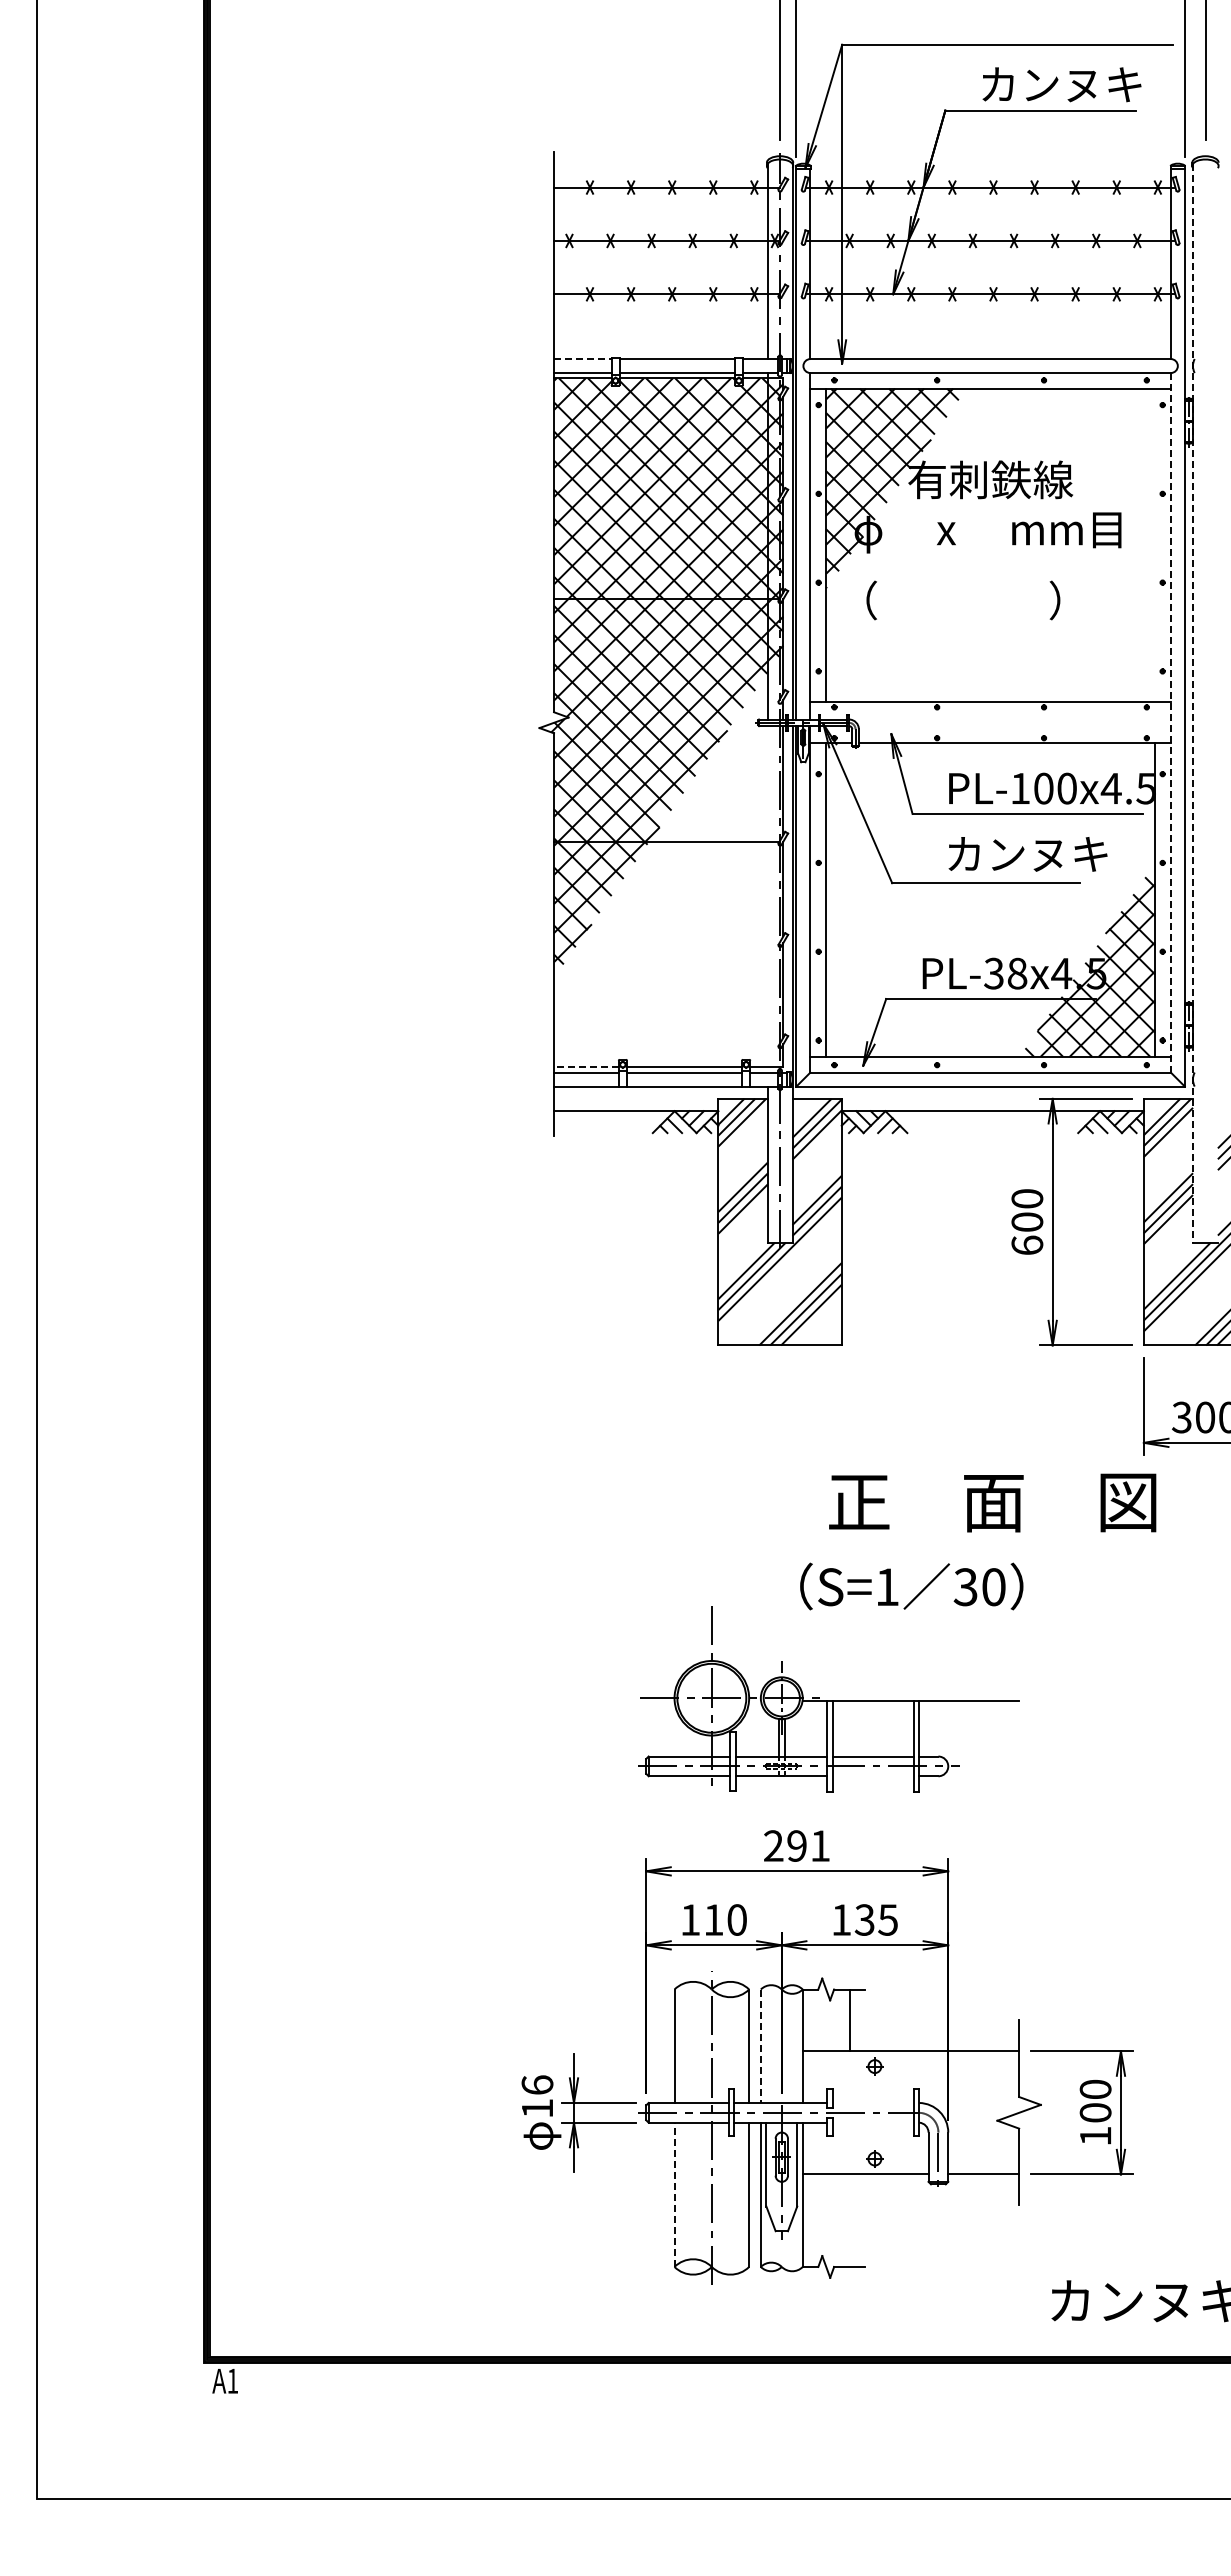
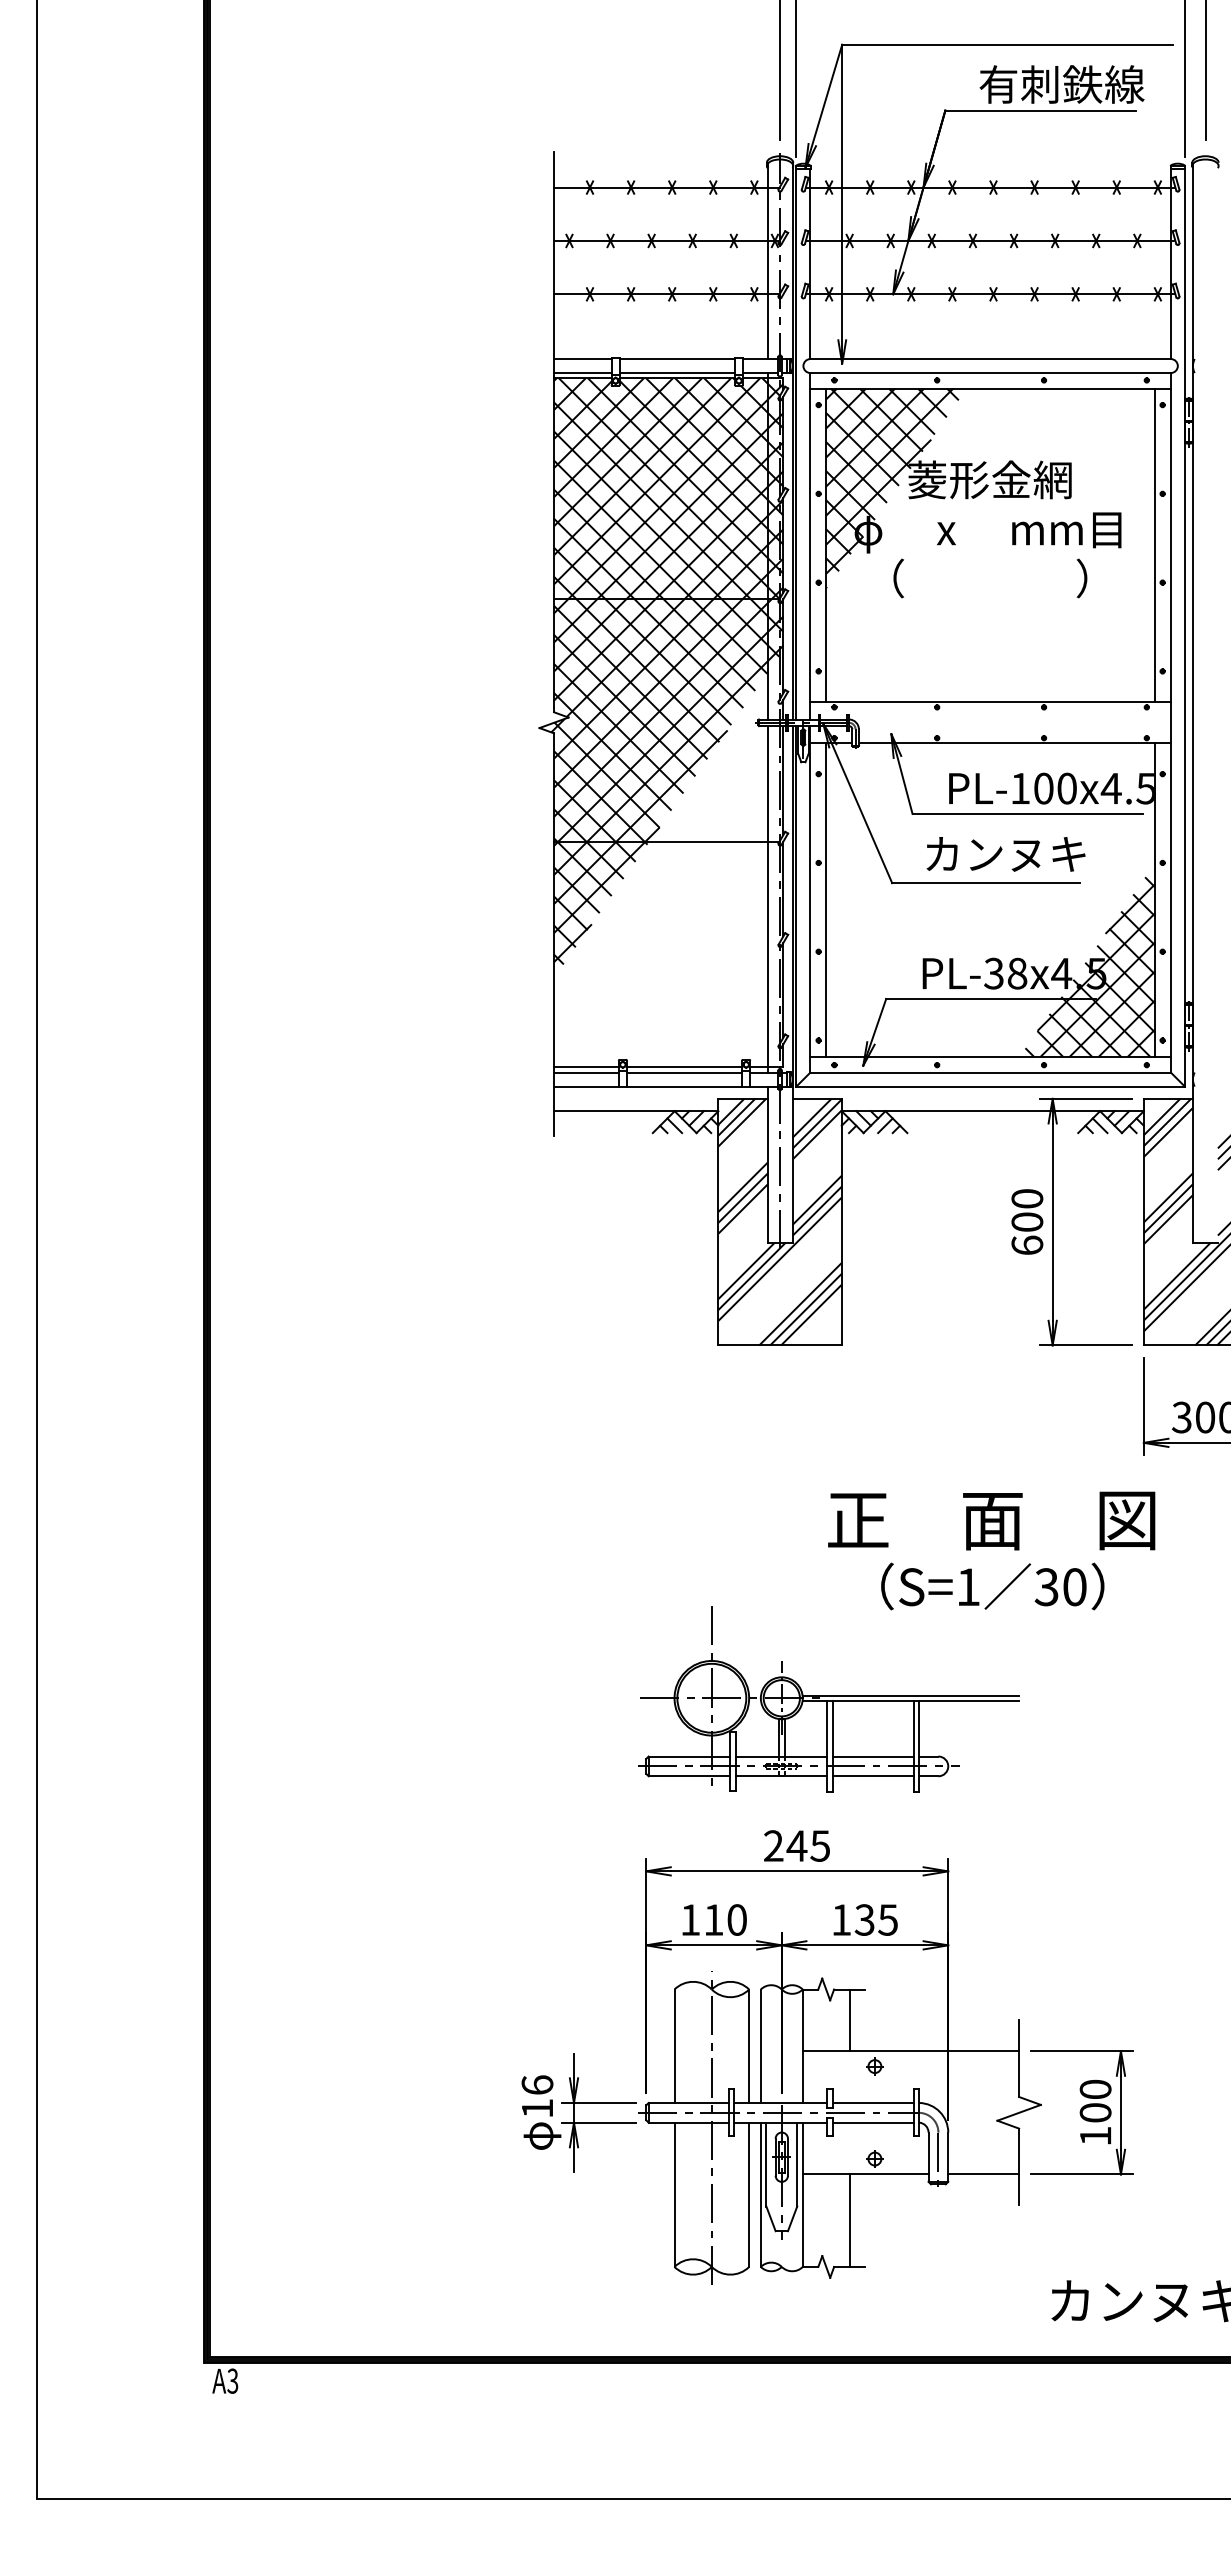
text at (1061, 84): カンヌキ -> 有刺鉄線
line at (582, 359): dashed -> solid
text at (990, 479): 有刺鉄線 -> 菱形金網
line at (1155, 545): none -> present
text at (963, 600) position: (963, 600) -> (990, 578)
line at (1193, 703): dashed -> solid
line at (1170, 722): dashed -> solid
text at (1027, 854) position: (1027, 854) -> (1005, 854)
line at (767, 899): none -> present
line at (585, 1067): dashed -> solid
text at (992, 1502) position: (992, 1502) -> (991, 1520)
text at (911, 1586) position: (911, 1586) -> (992, 1586)
line at (910, 1695): none -> present
line at (872, 1776): none -> present
text at (807, 1845): 291 -> 245
line at (760, 2046): dashed -> solid
line at (872, 2102): none -> present
line at (872, 2122): none -> present
line at (674, 2194): dashed -> solid
line at (849, 2220): none -> present
text at (232, 2380): A1 -> A3
